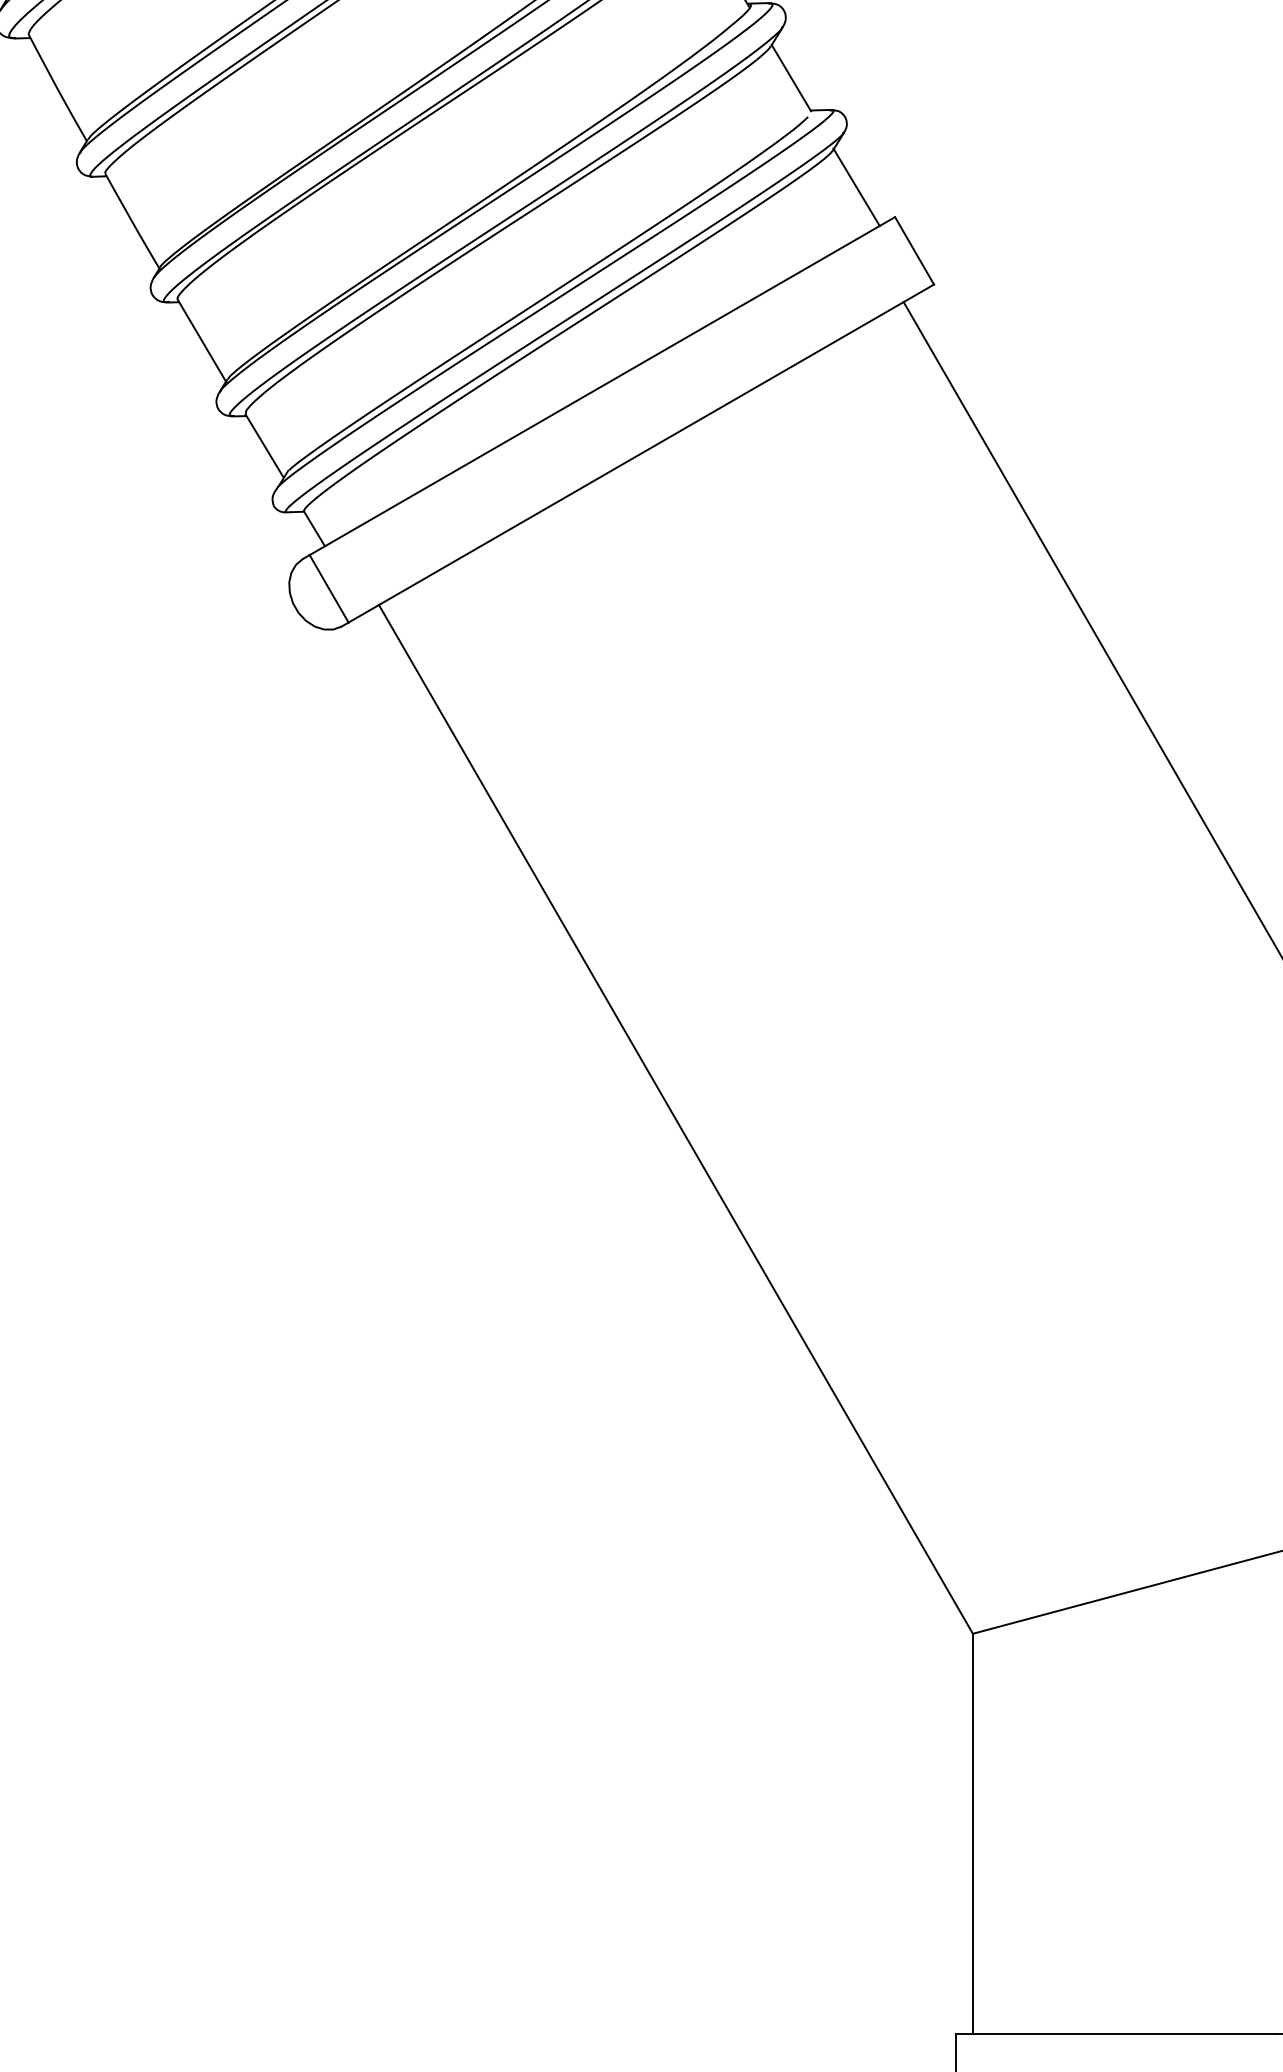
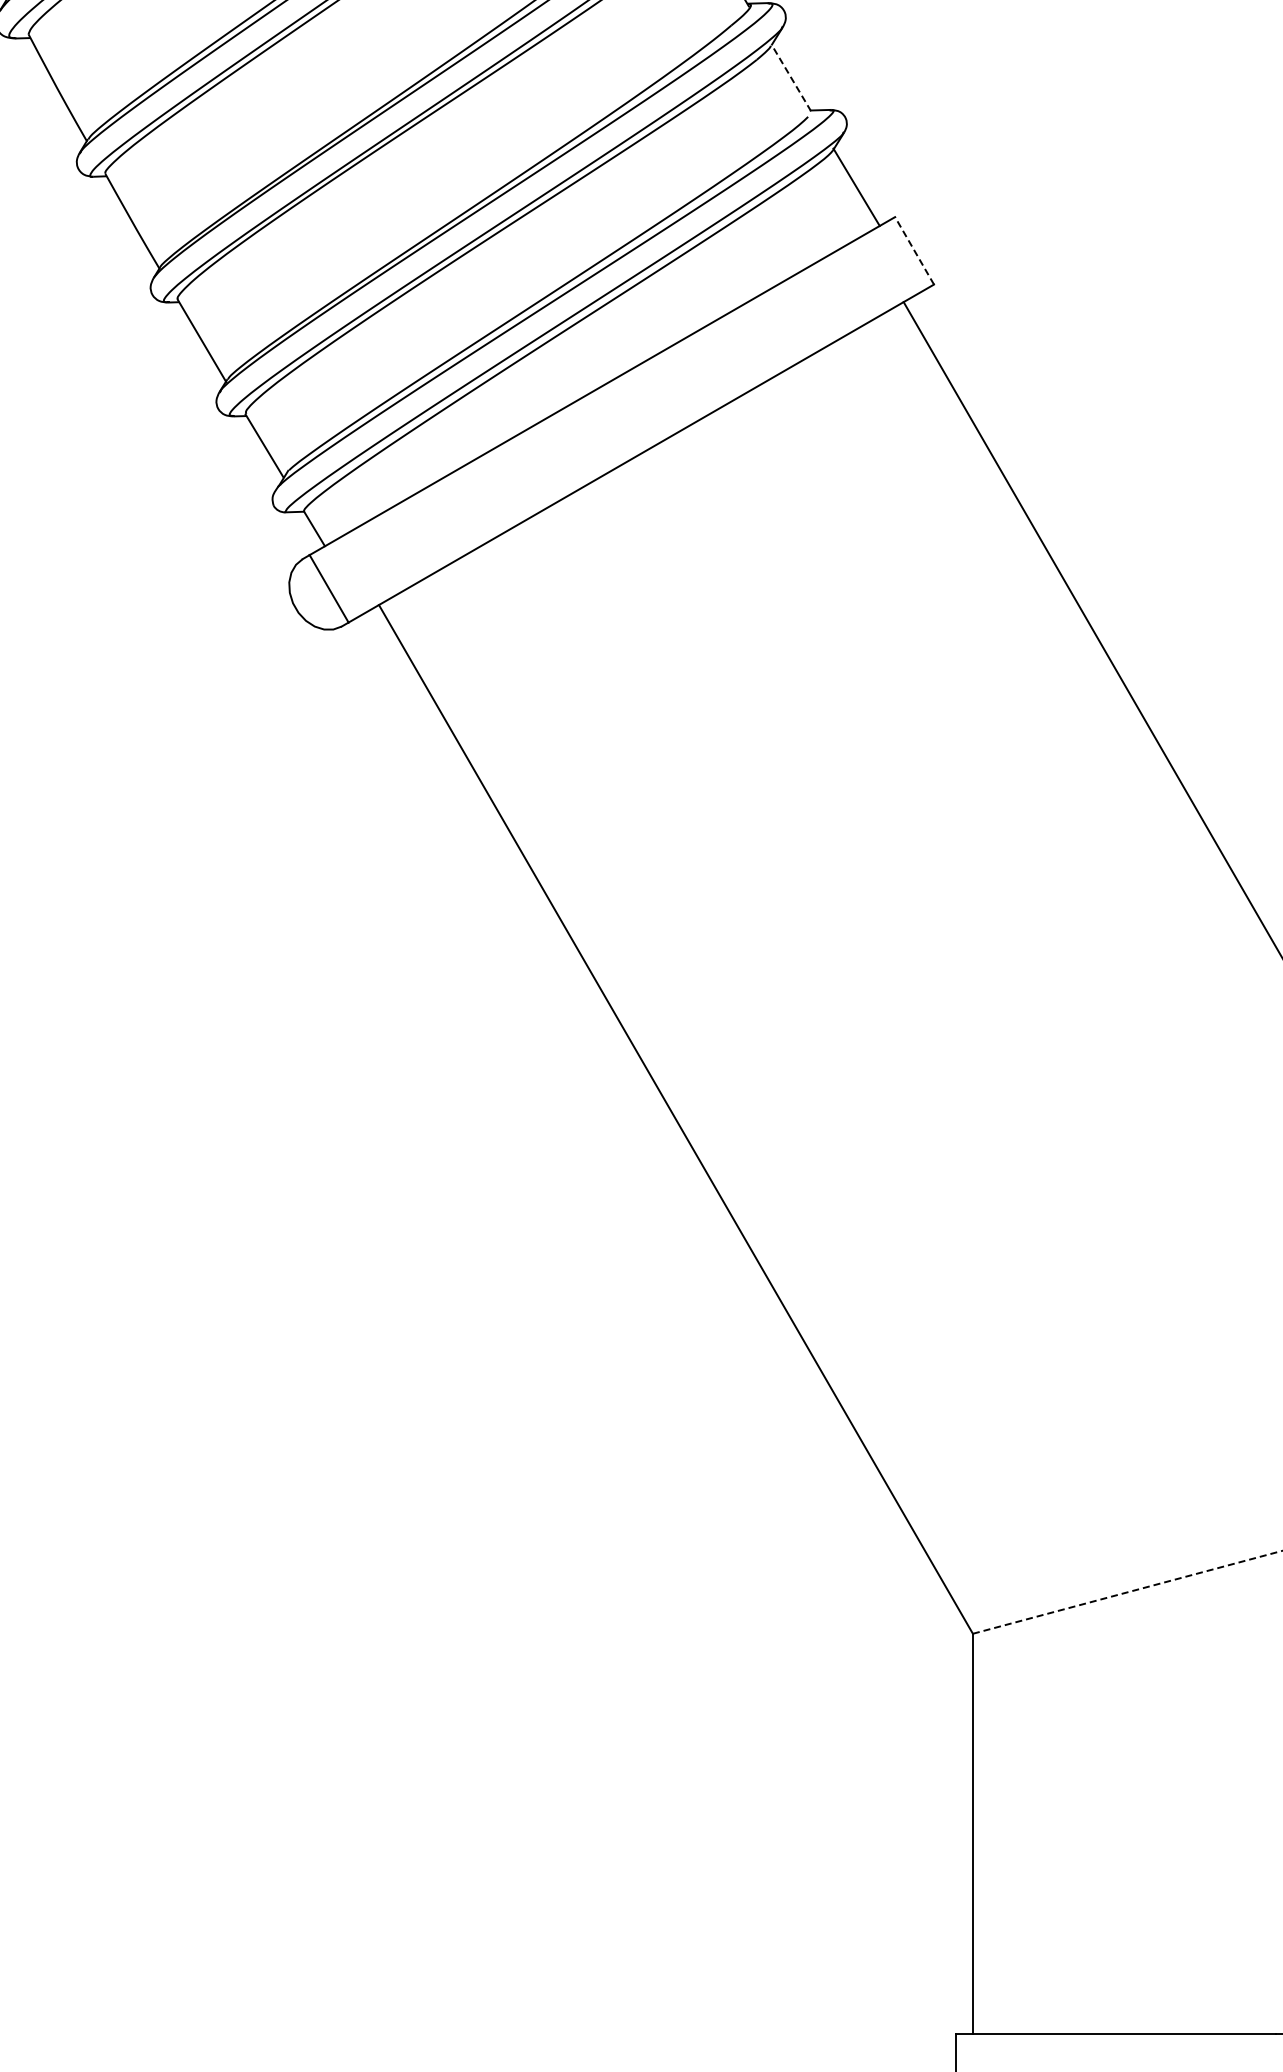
line at (791, 78): solid -> dashed
line at (914, 250): solid -> dashed
line at (1128, 1592): solid -> dashed
